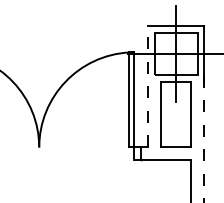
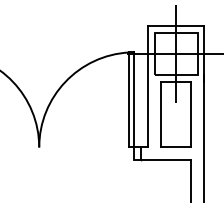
line at (148, 86): dashed -> solid
line at (203, 139): dashed -> solid
